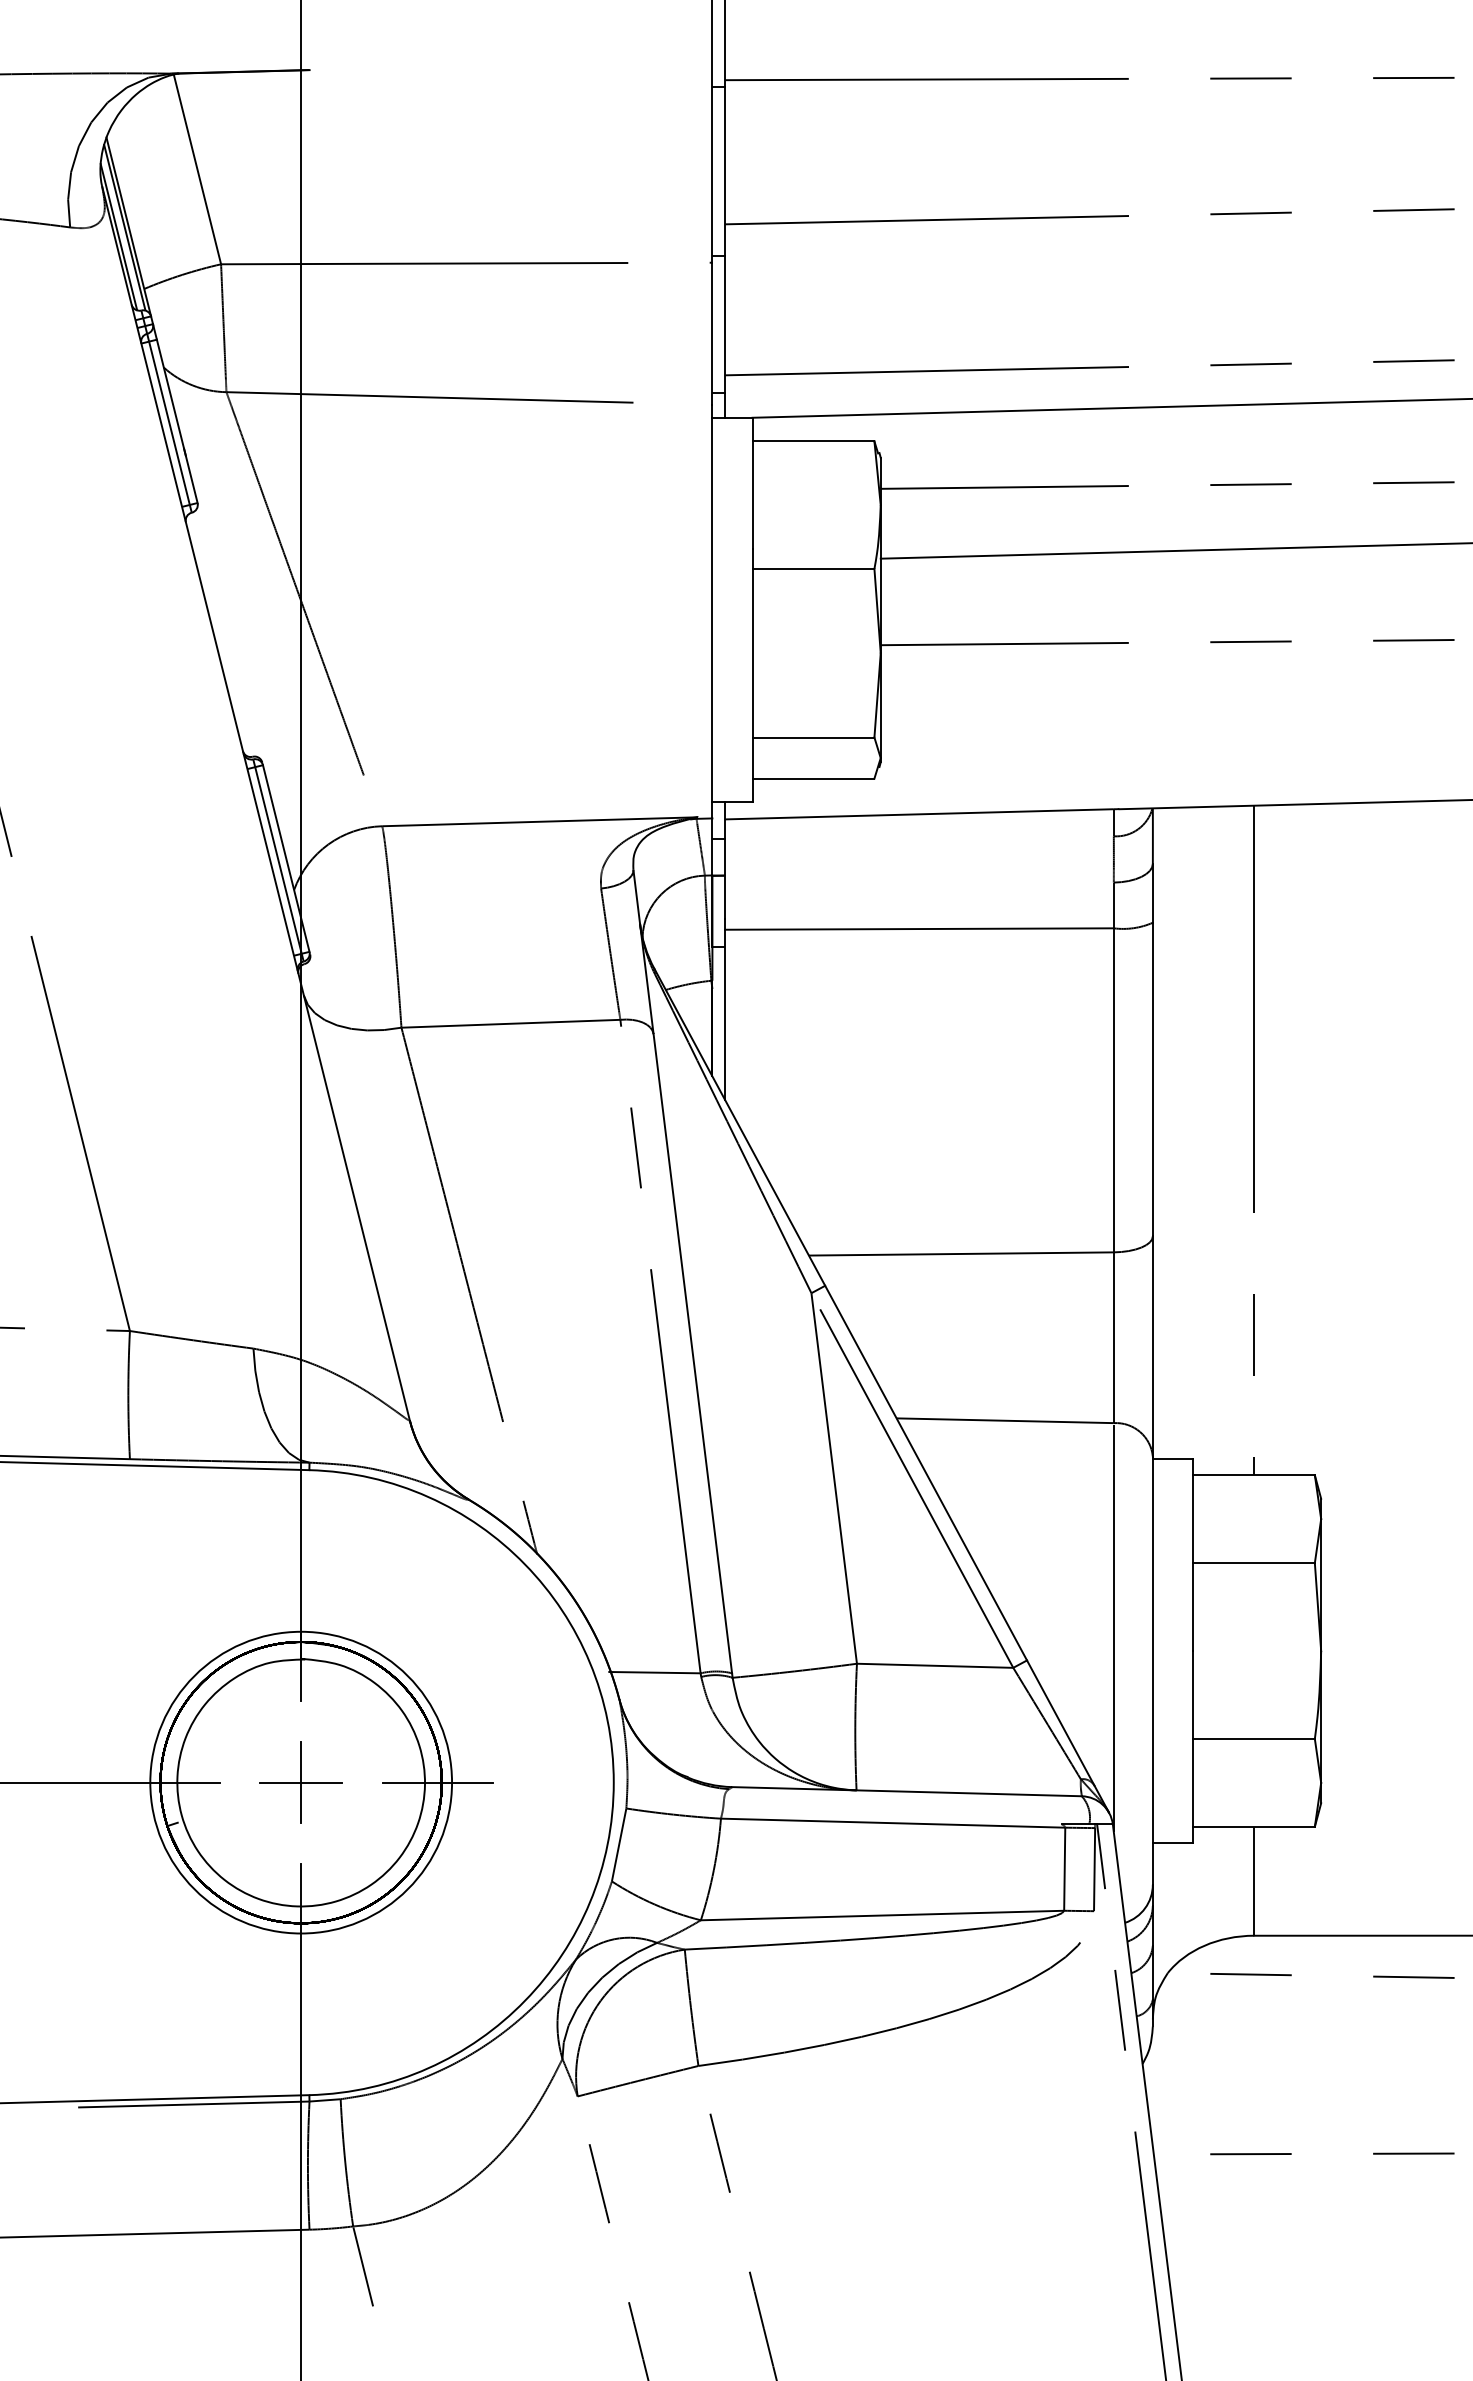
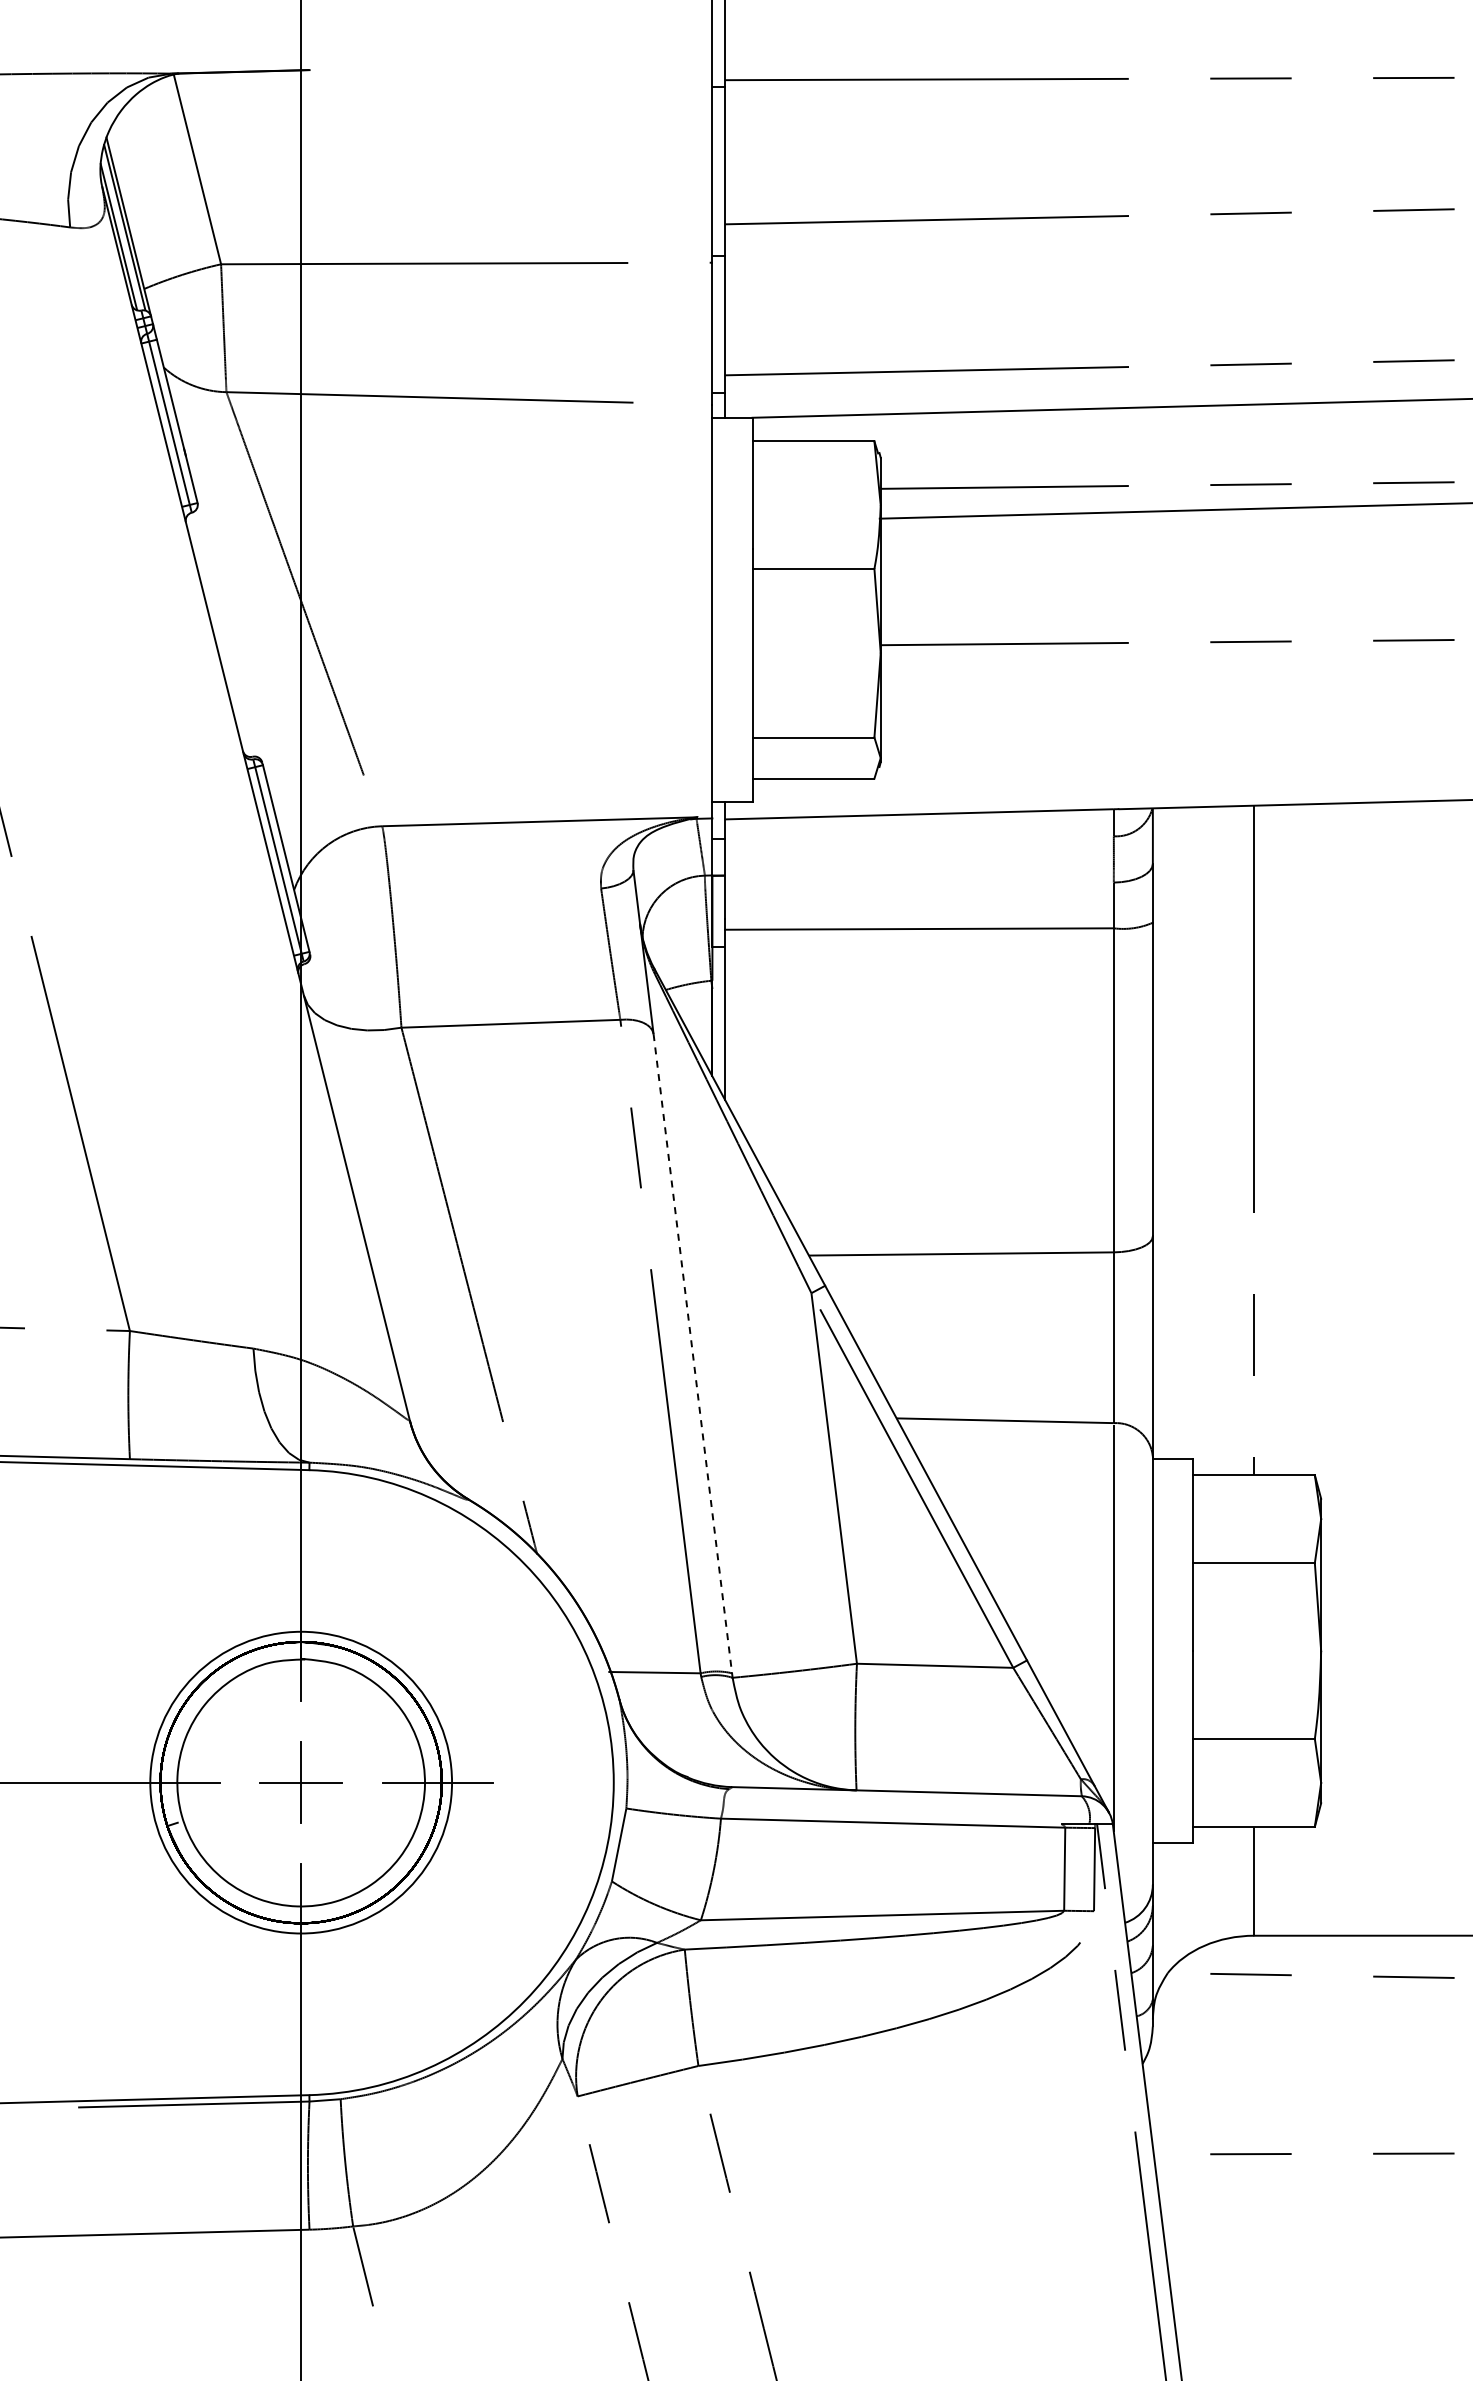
line at (1174, 550) position: (1174, 550) -> (1174, 510)
line at (692, 1353): solid -> dashed
